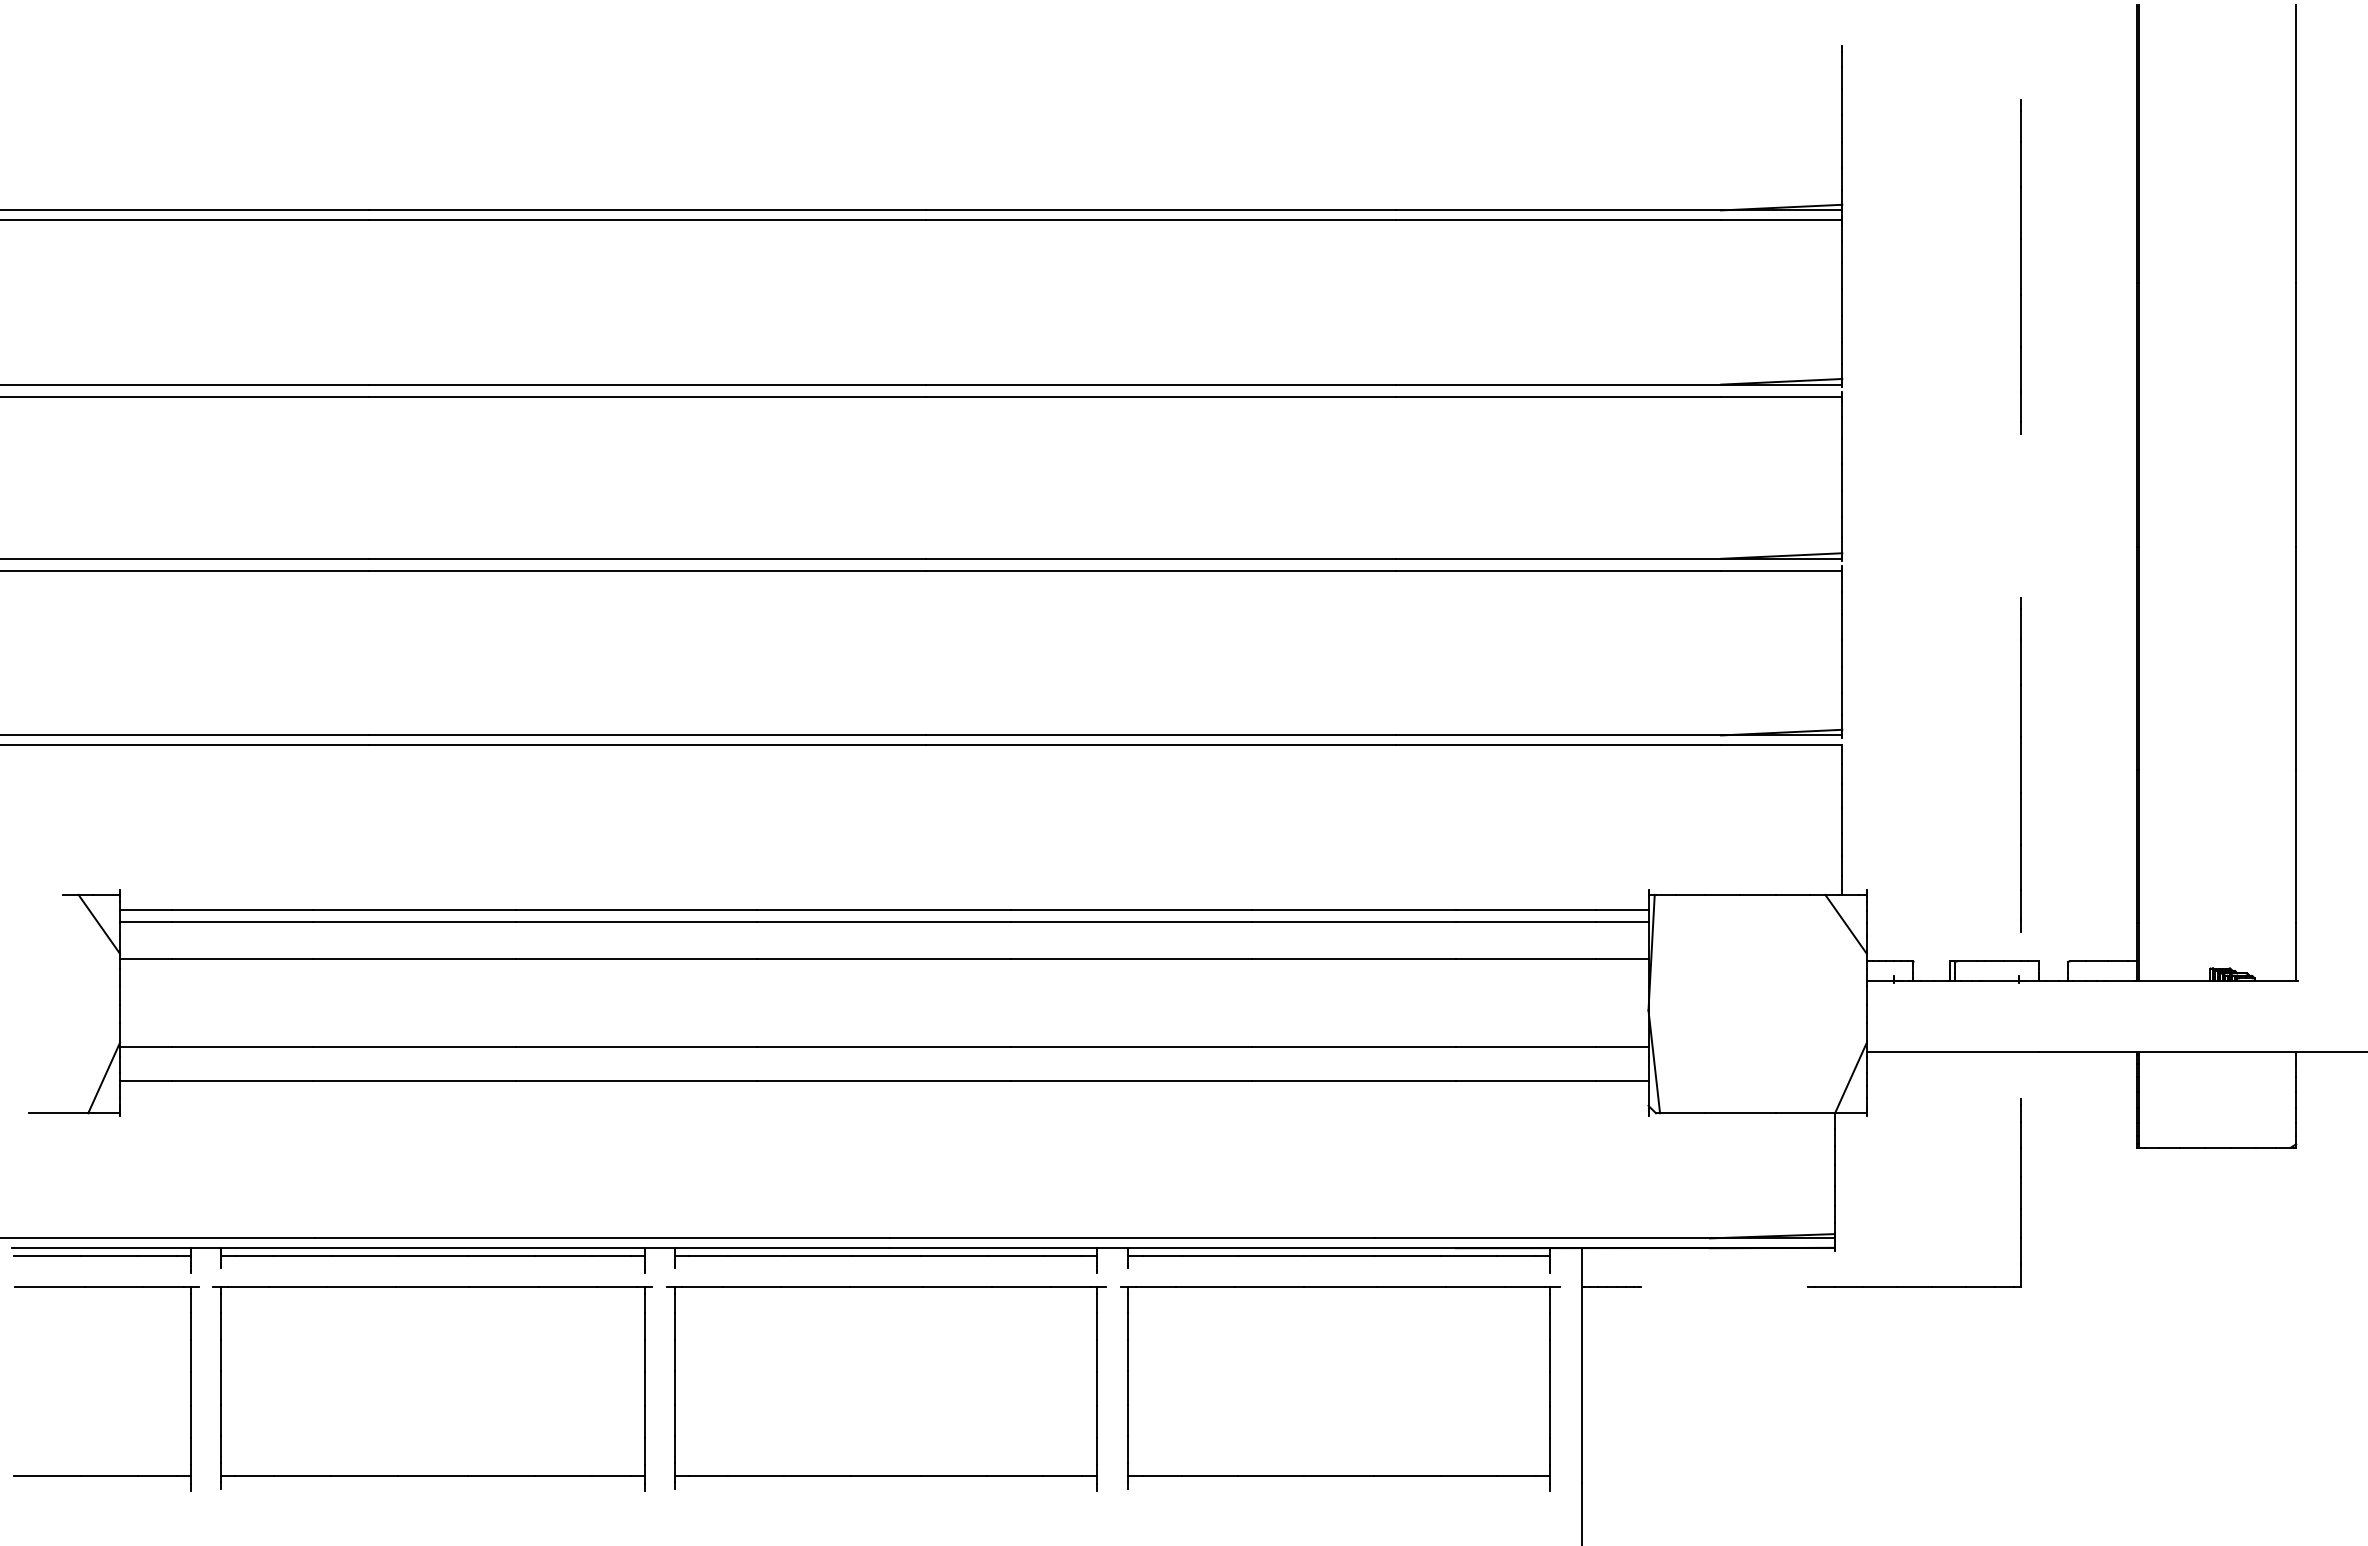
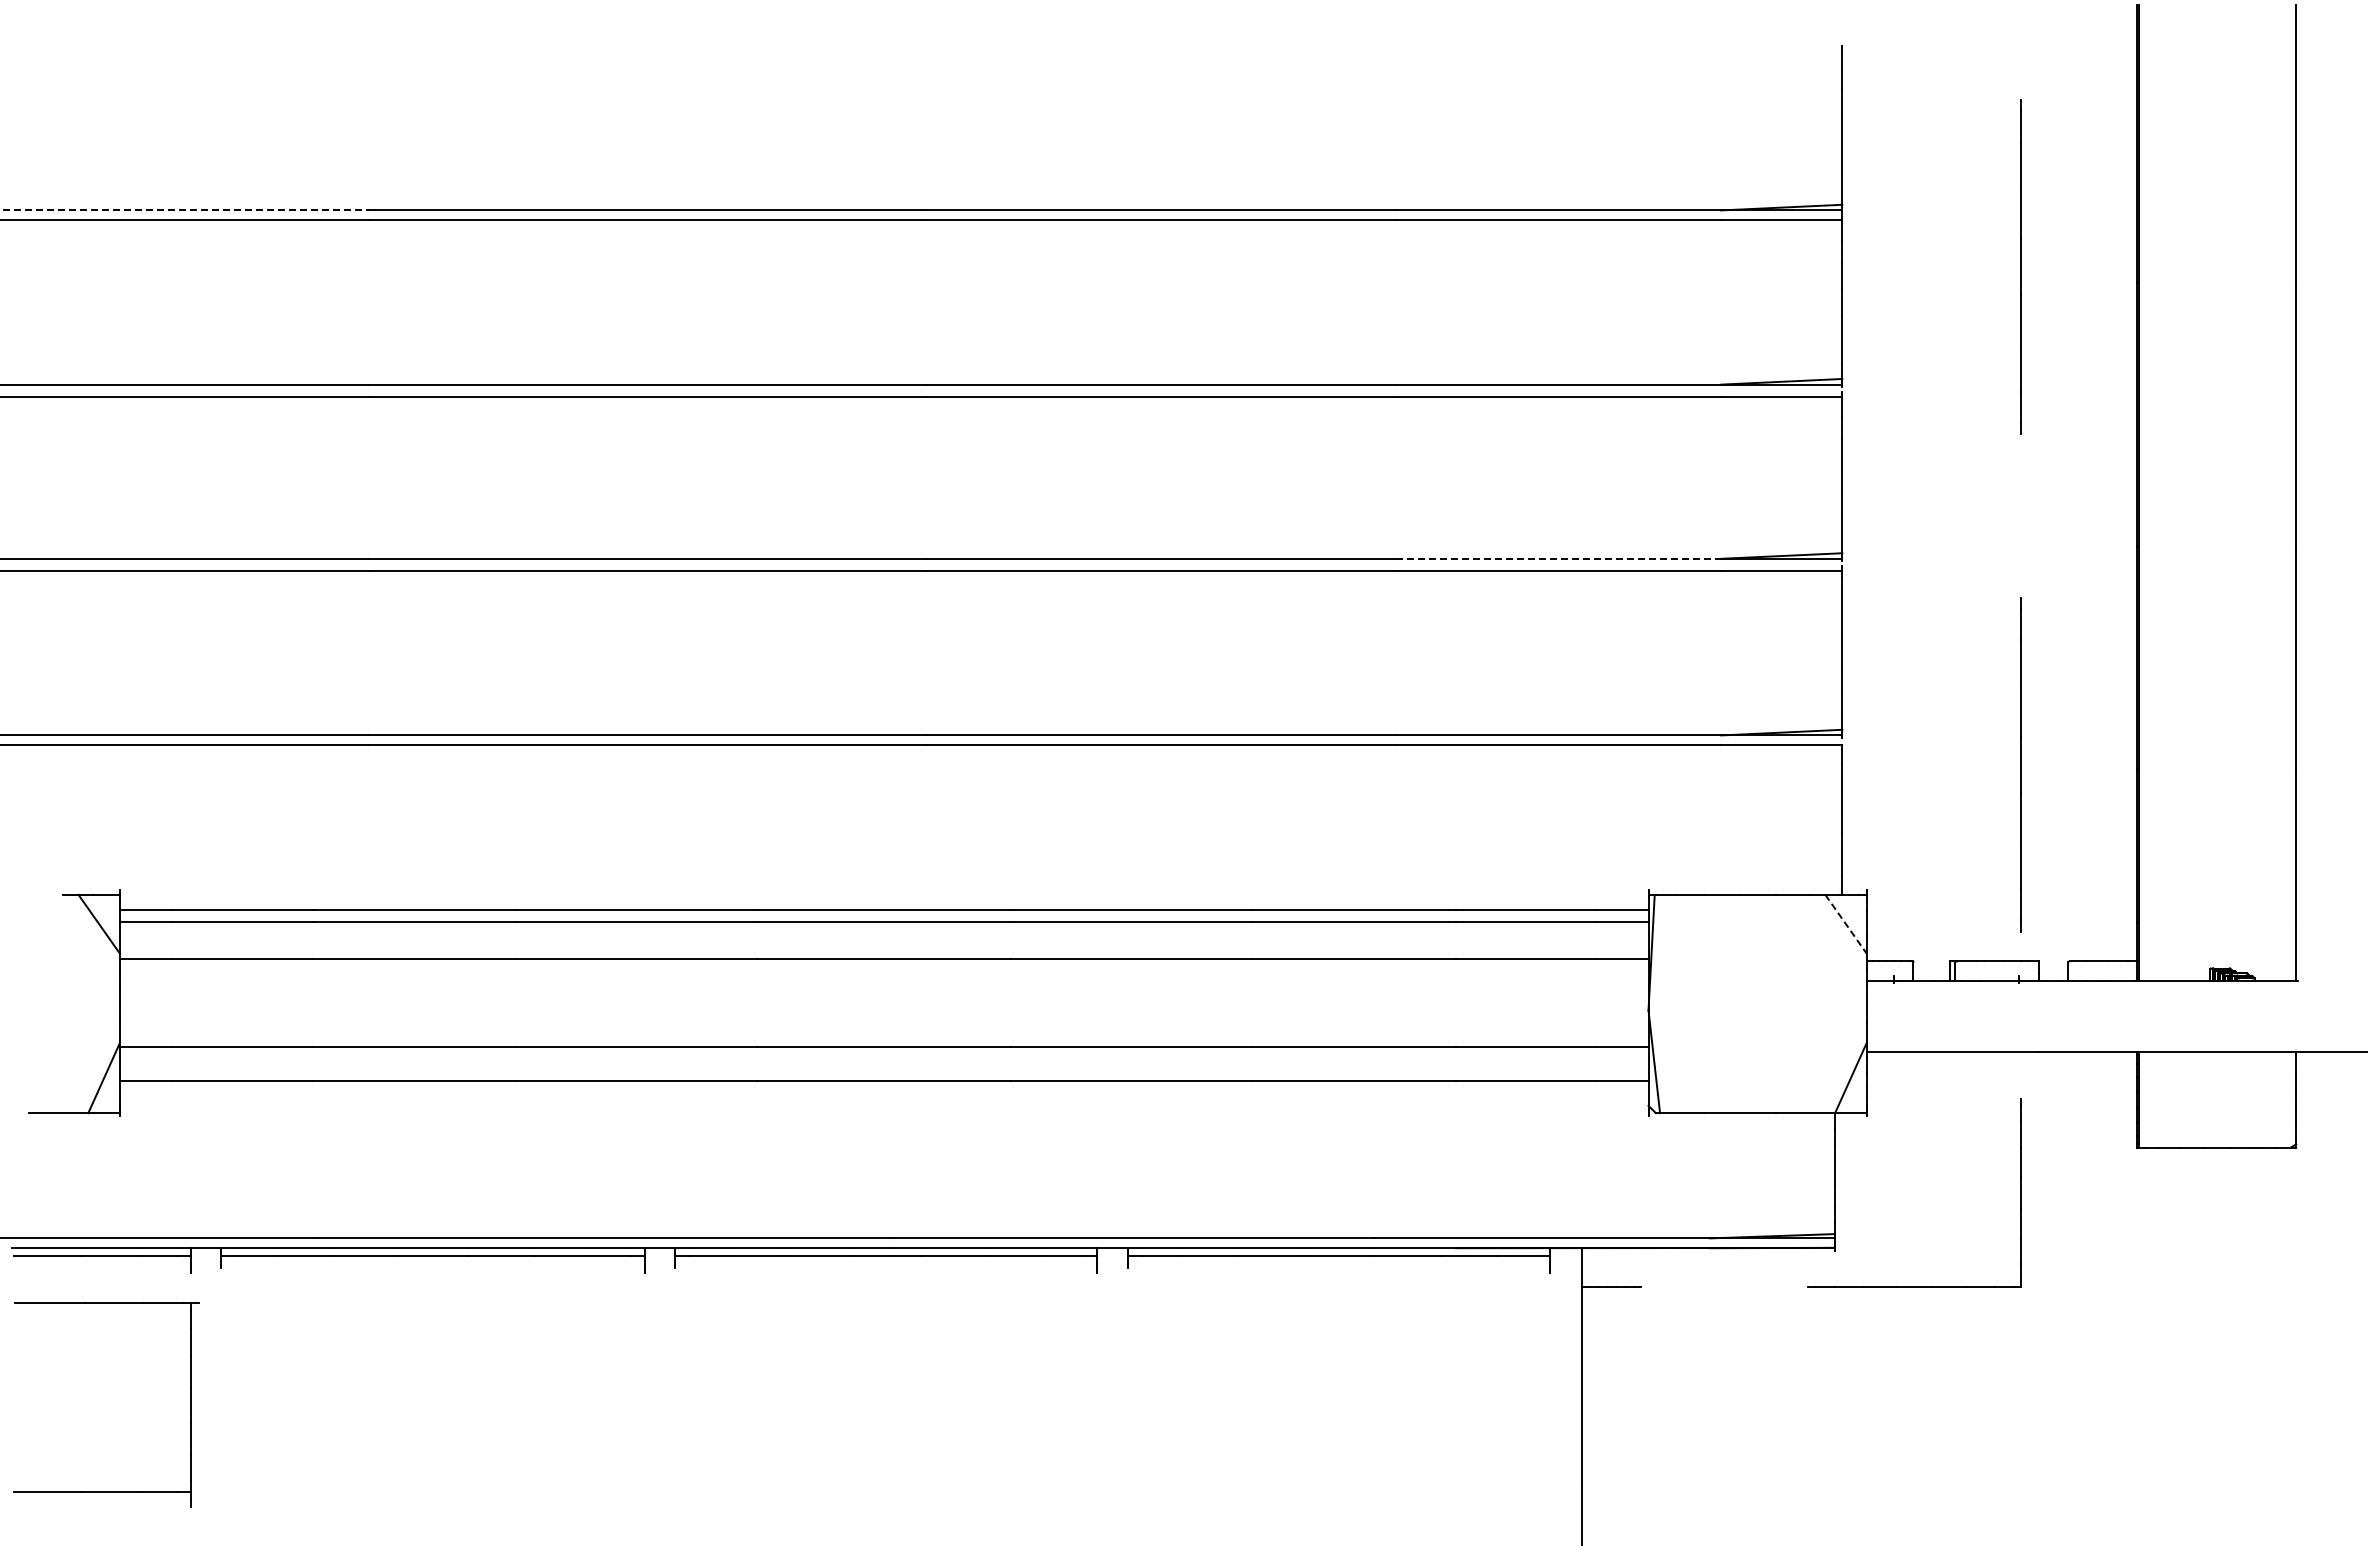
line at (185, 210): solid -> dashed
line at (1559, 558): solid -> dashed
line at (1846, 924): solid -> dashed
part at (190, 1388) position: (190, 1388) -> (190, 1404)
part at (432, 1388): present -> none
part at (886, 1388): present -> none
part at (1340, 1388): present -> none
